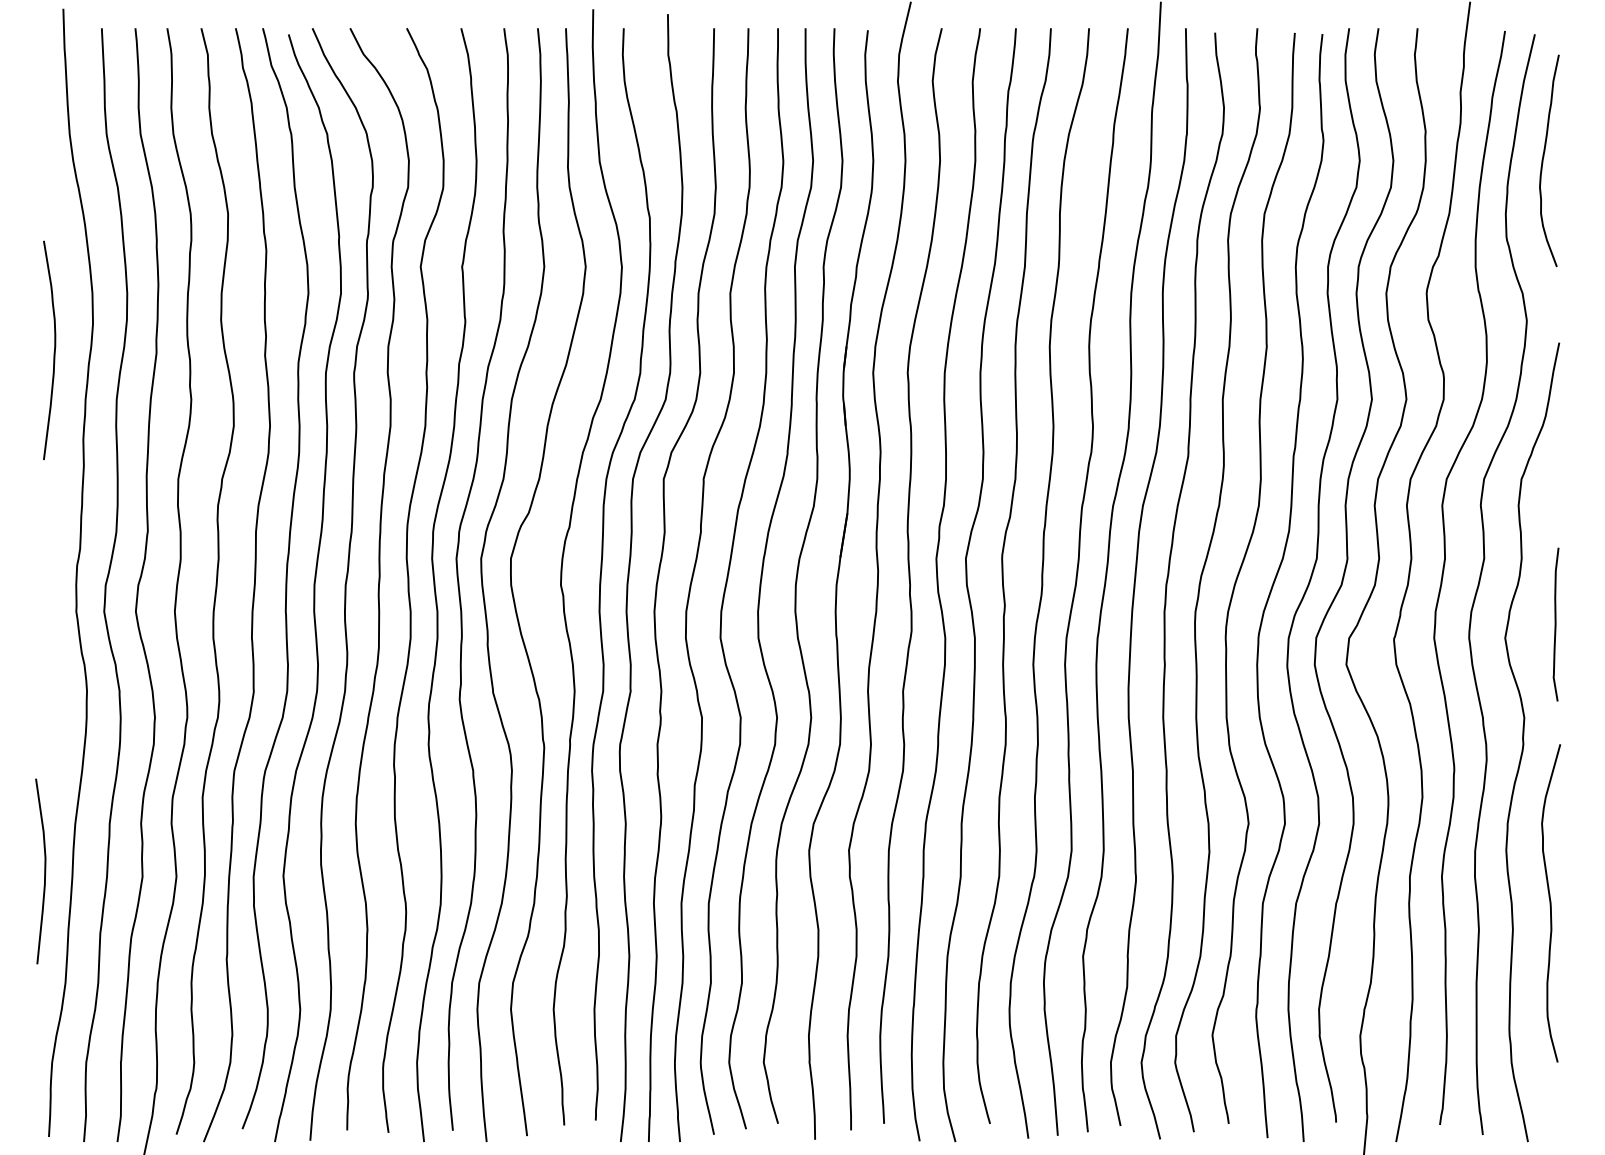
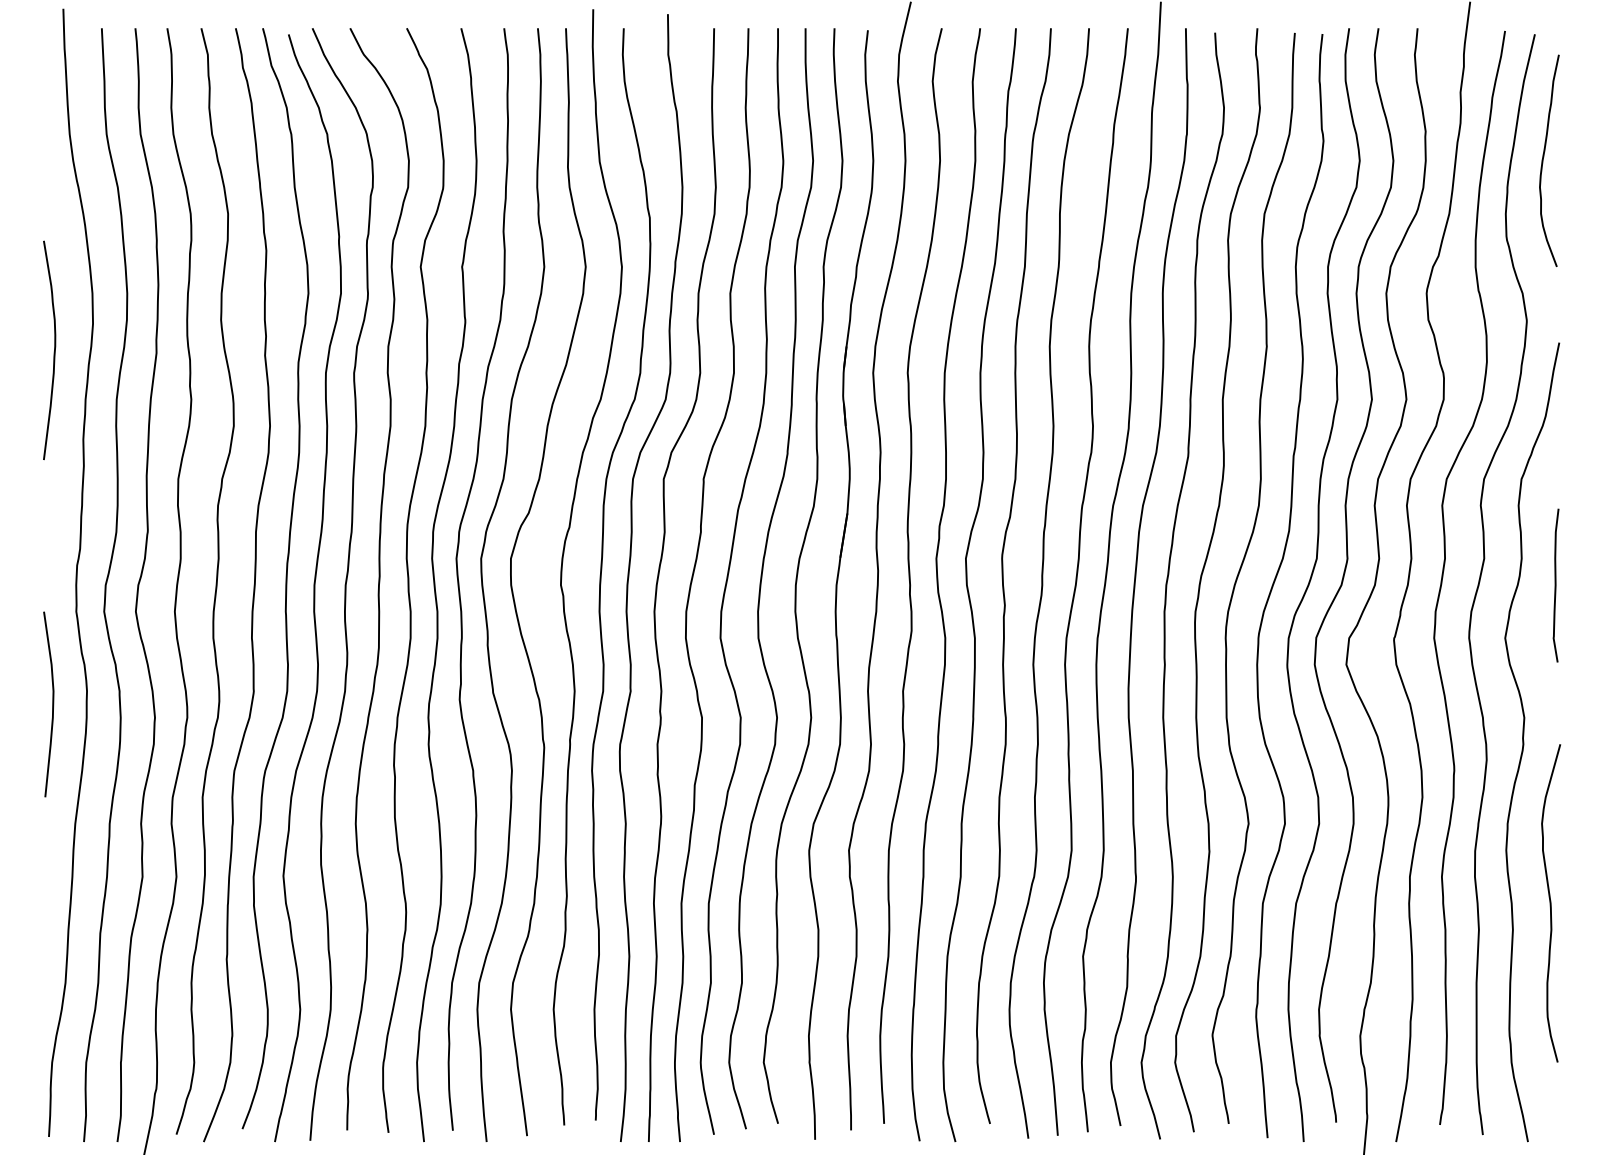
curve at (1555, 624) position: (1555, 624) -> (1555, 585)
curve at (44, 871) position: (44, 871) -> (52, 704)
